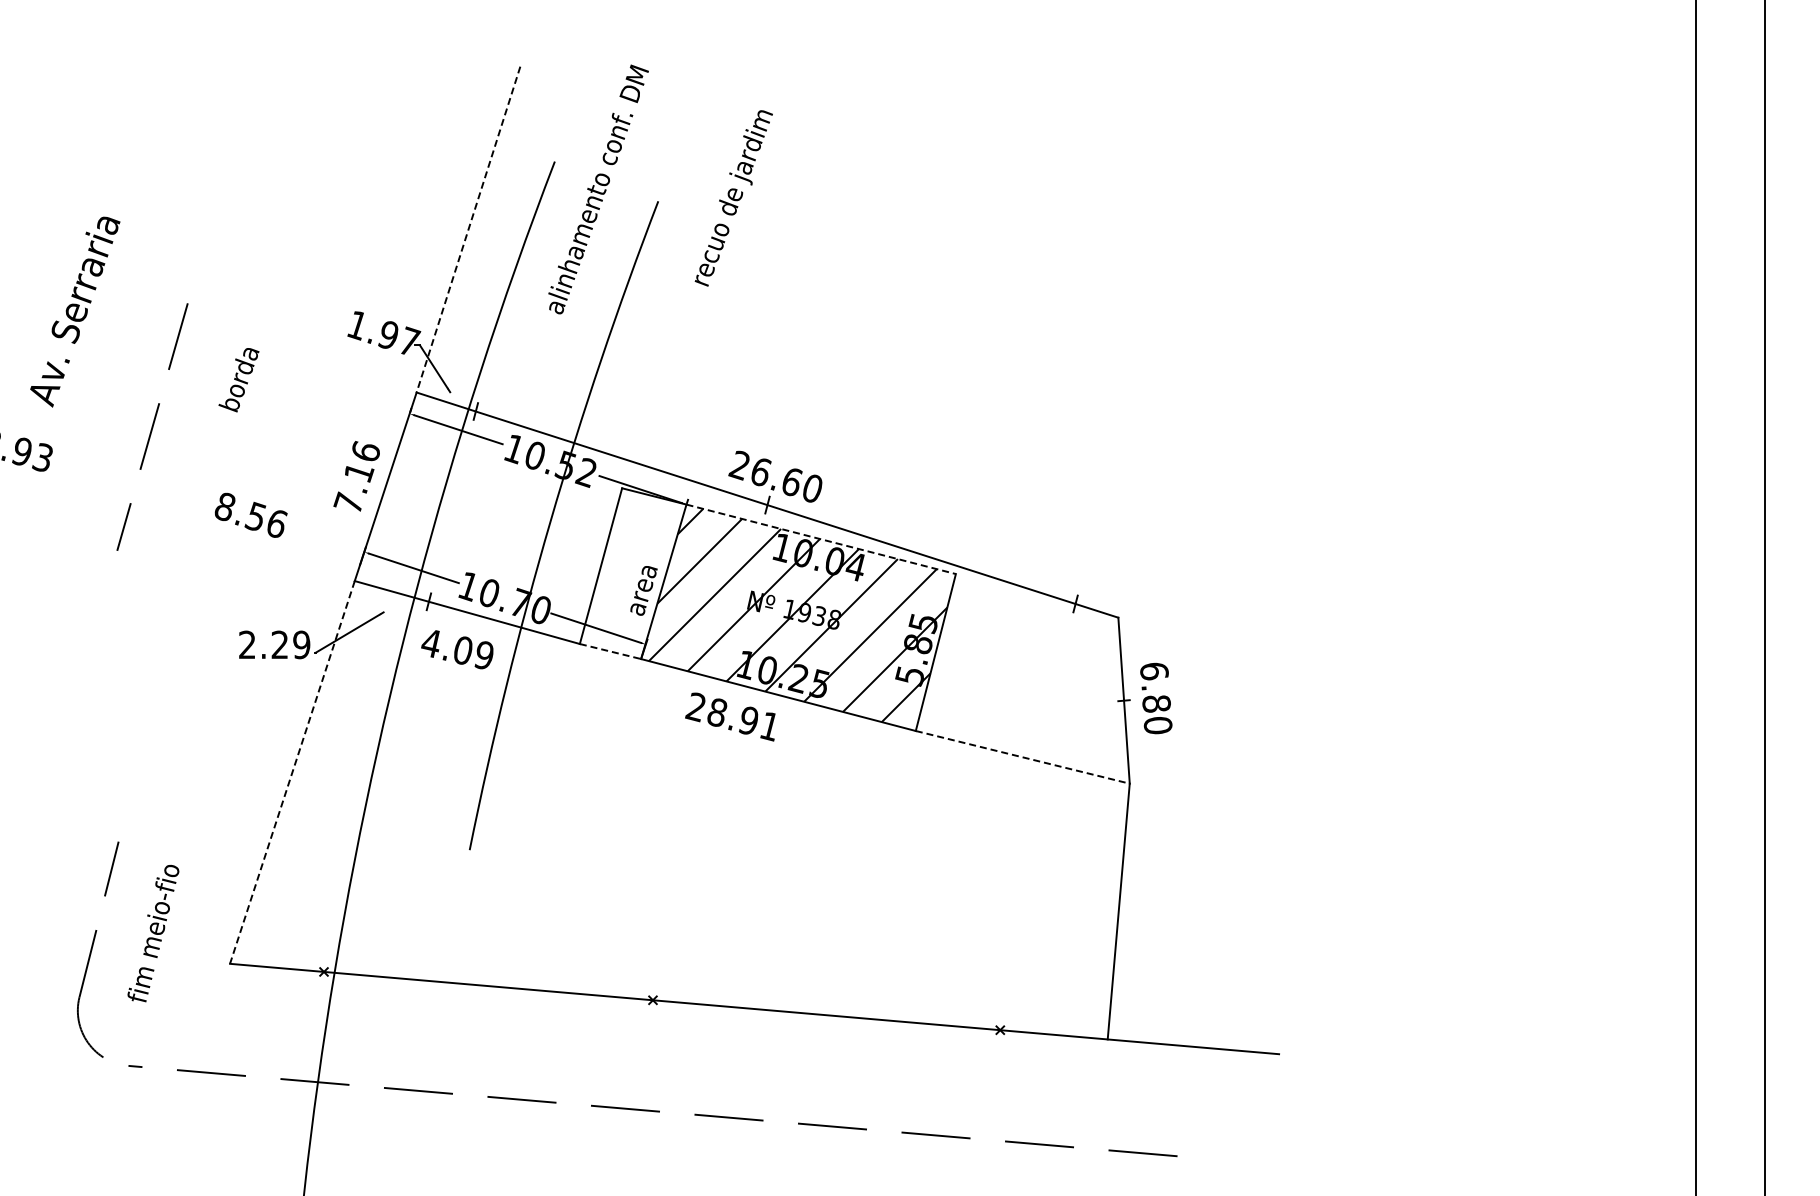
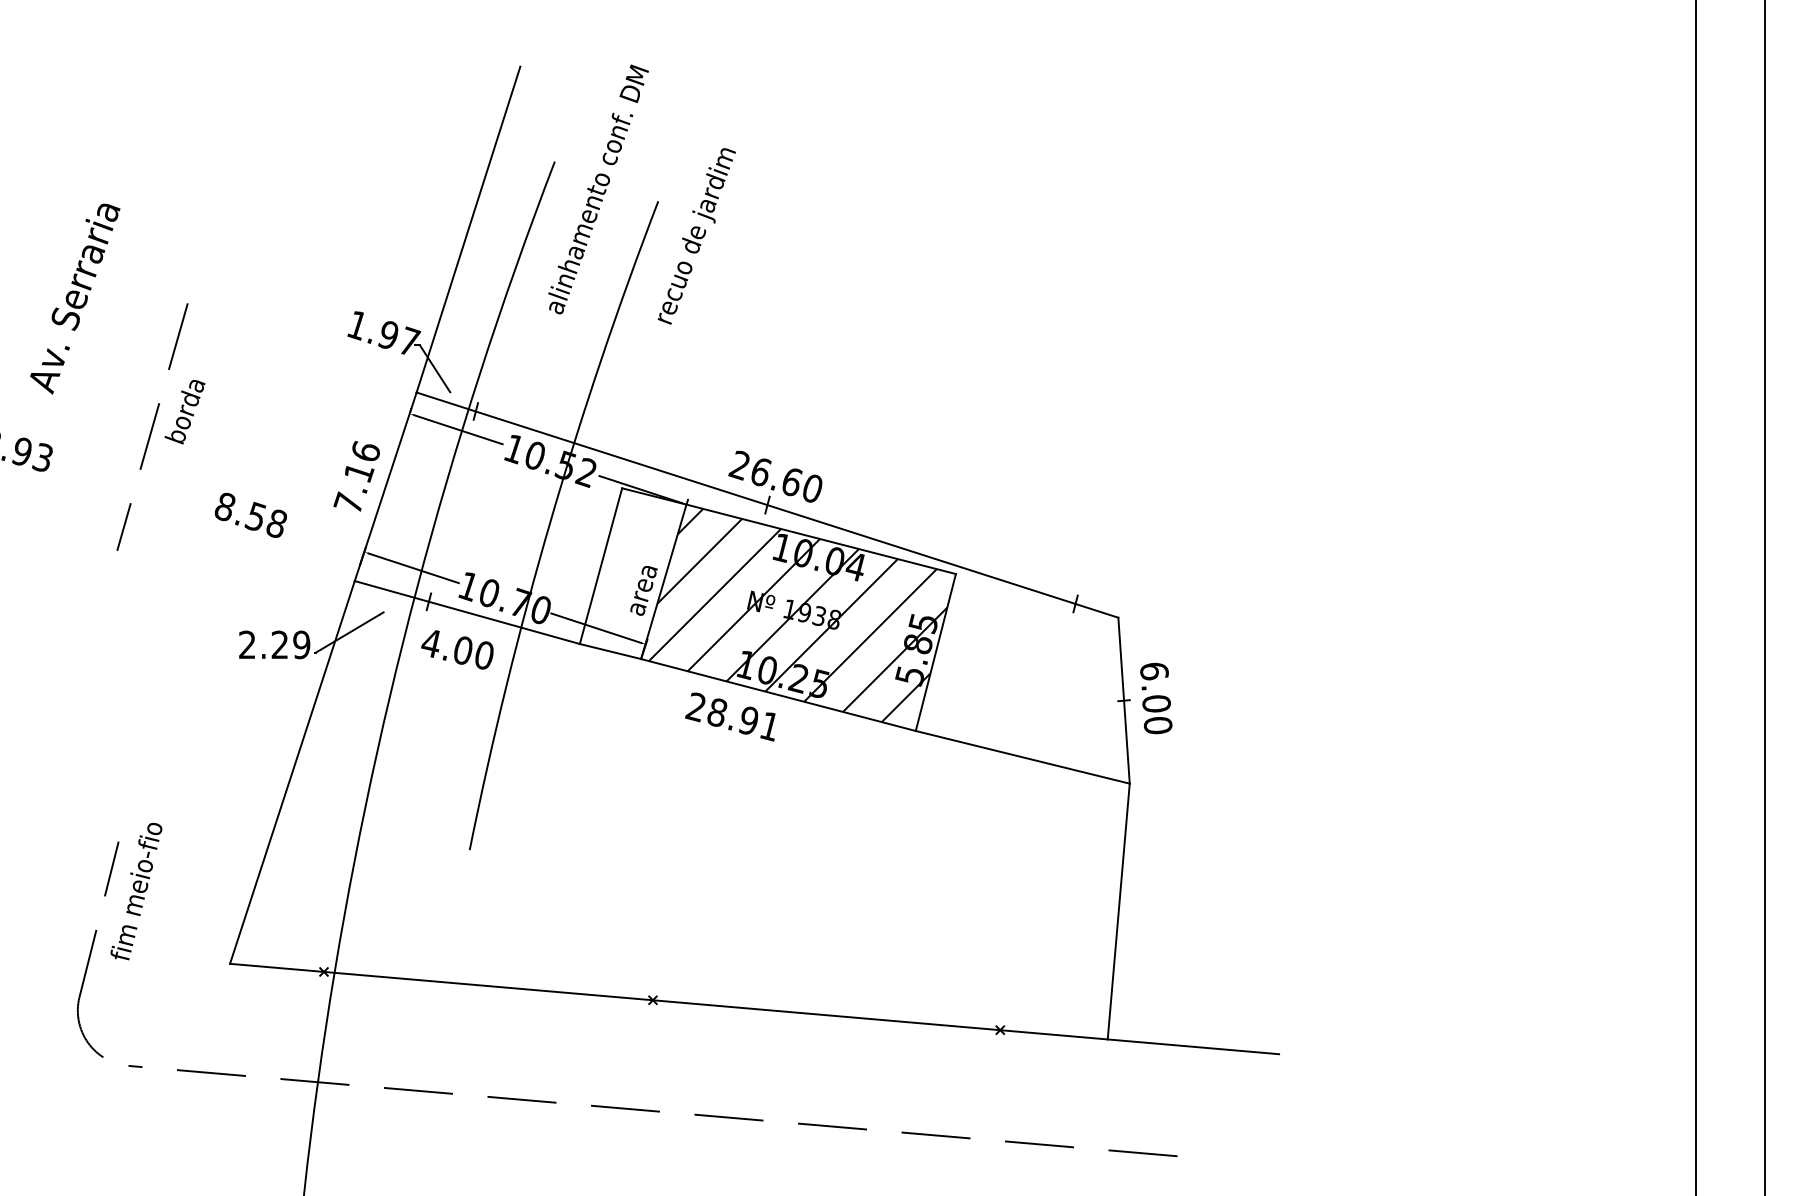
text at (733, 198) position: (733, 198) -> (696, 236)
line at (468, 229): dashed -> solid
text at (75, 311) position: (75, 311) -> (75, 298)
text at (238, 380) position: (238, 380) -> (184, 412)
text at (276, 523): 8.56 -> 8.58
line at (821, 539): dashed -> solid
line at (610, 651): dashed -> solid
text at (483, 655): 4.09 -> 4.00
text at (1156, 703): 6.80 -> 6.00
line at (1023, 757): dashed -> solid
line at (292, 772): dashed -> solid
text at (153, 933) position: (153, 933) -> (136, 891)
